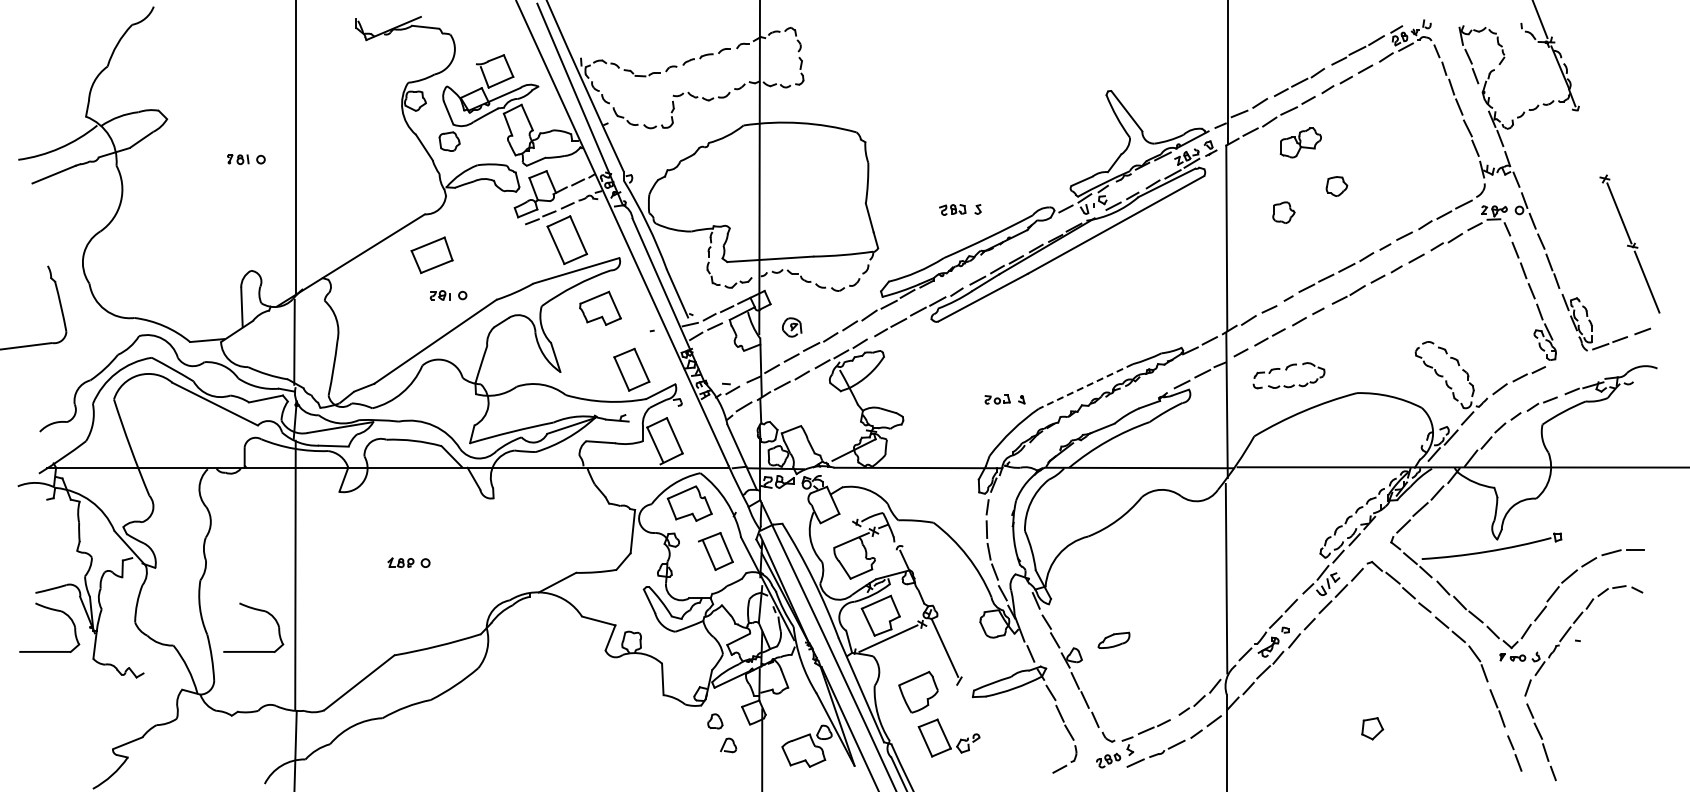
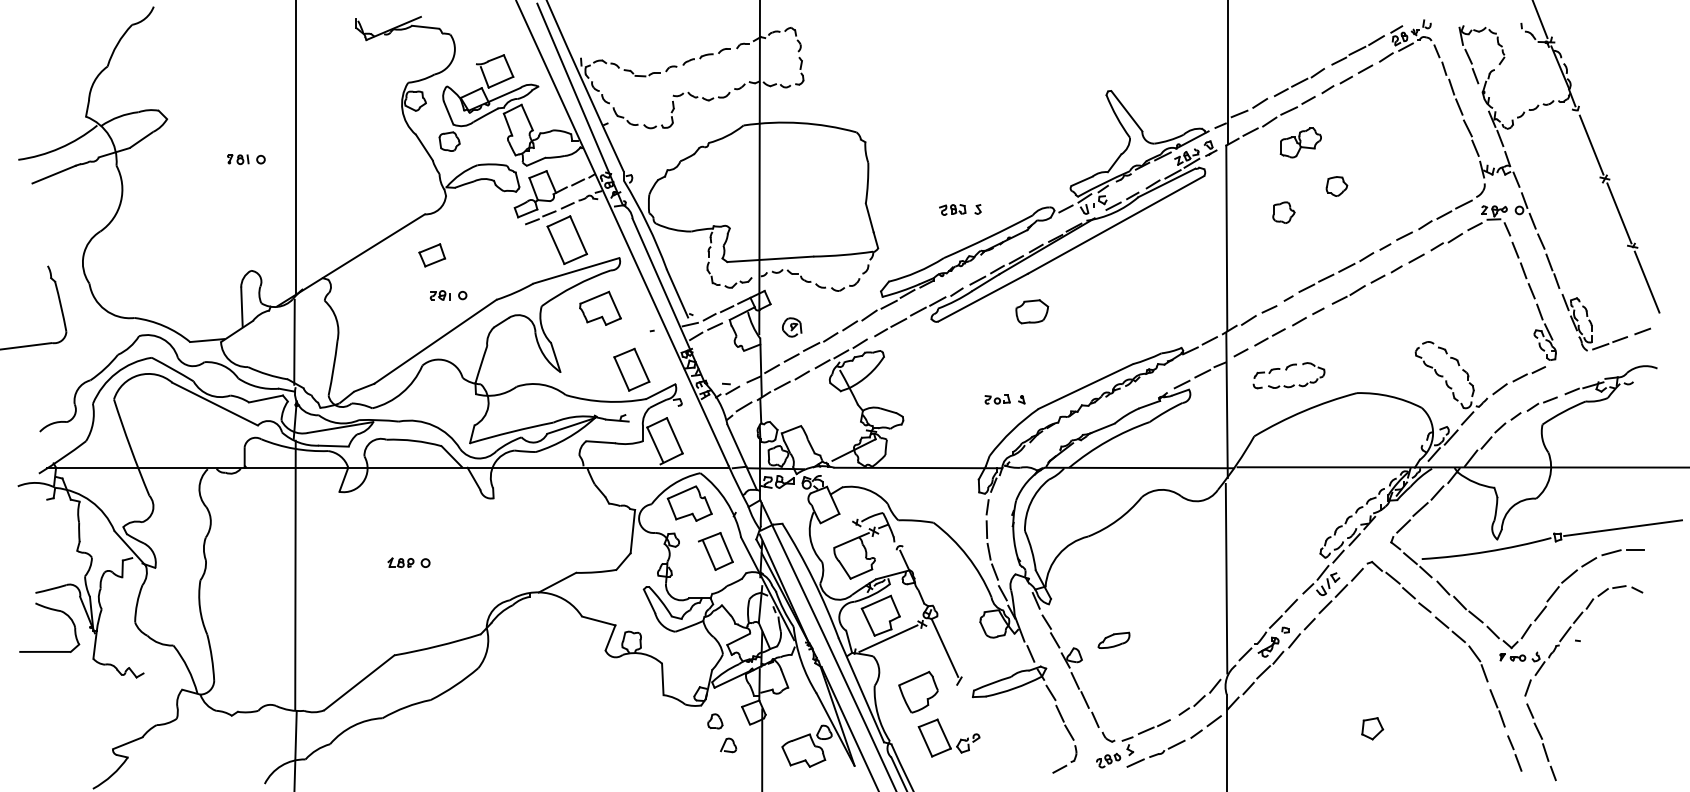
line at (1591, 144): none -> present
part at (431, 255) size: 44x39 px -> 29x25 px
part at (1032, 311): none -> present
line at (1085, 386): dashed -> solid
line at (1623, 528): none -> present
part at (256, 610): present -> none
